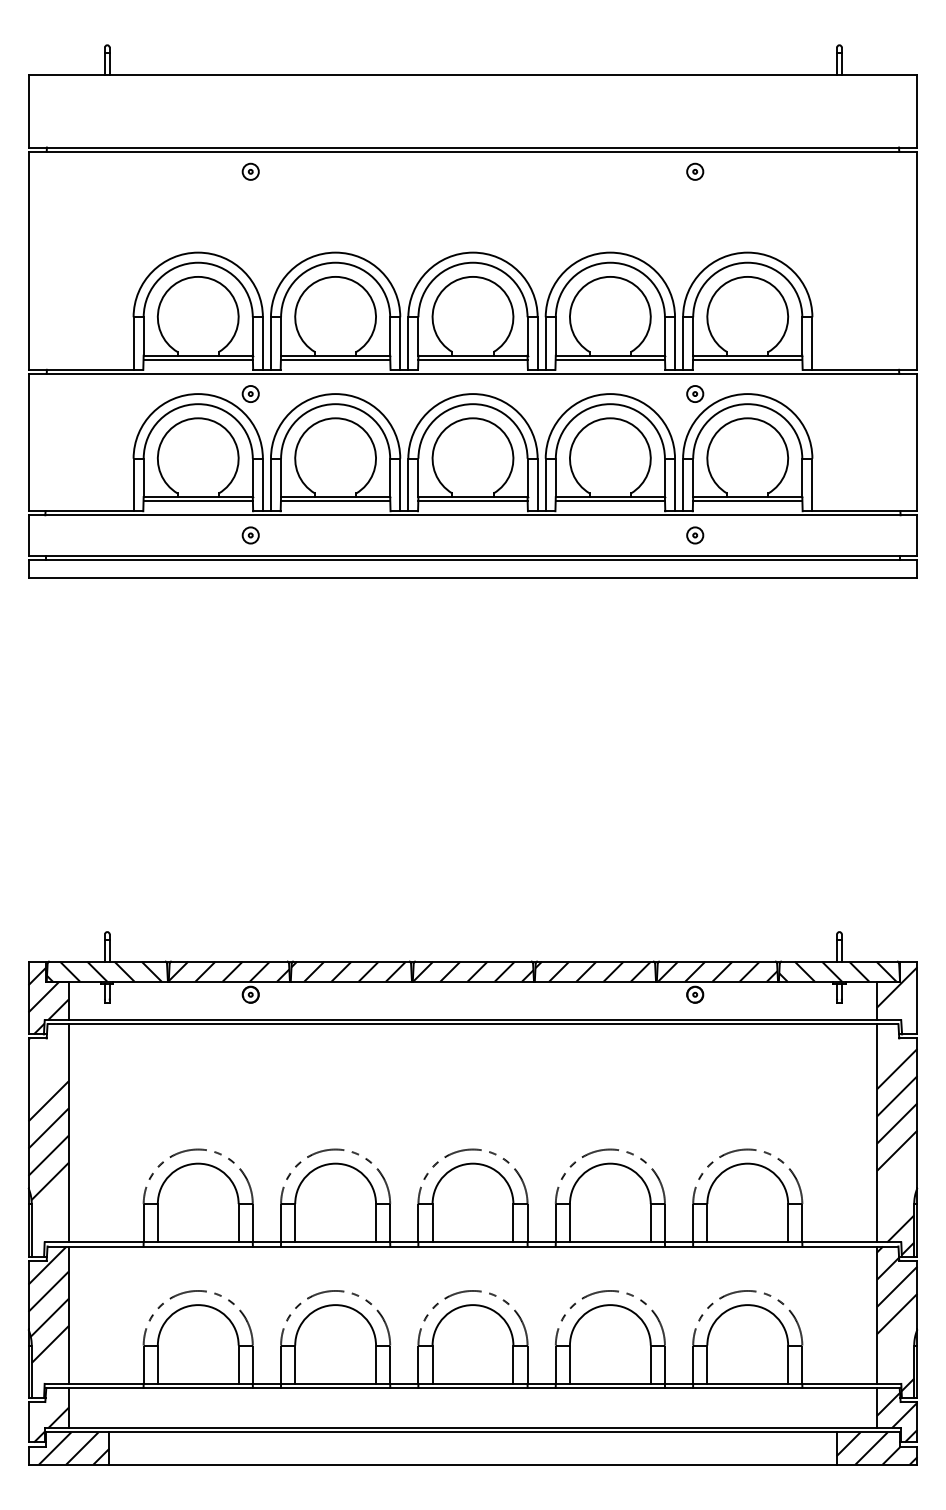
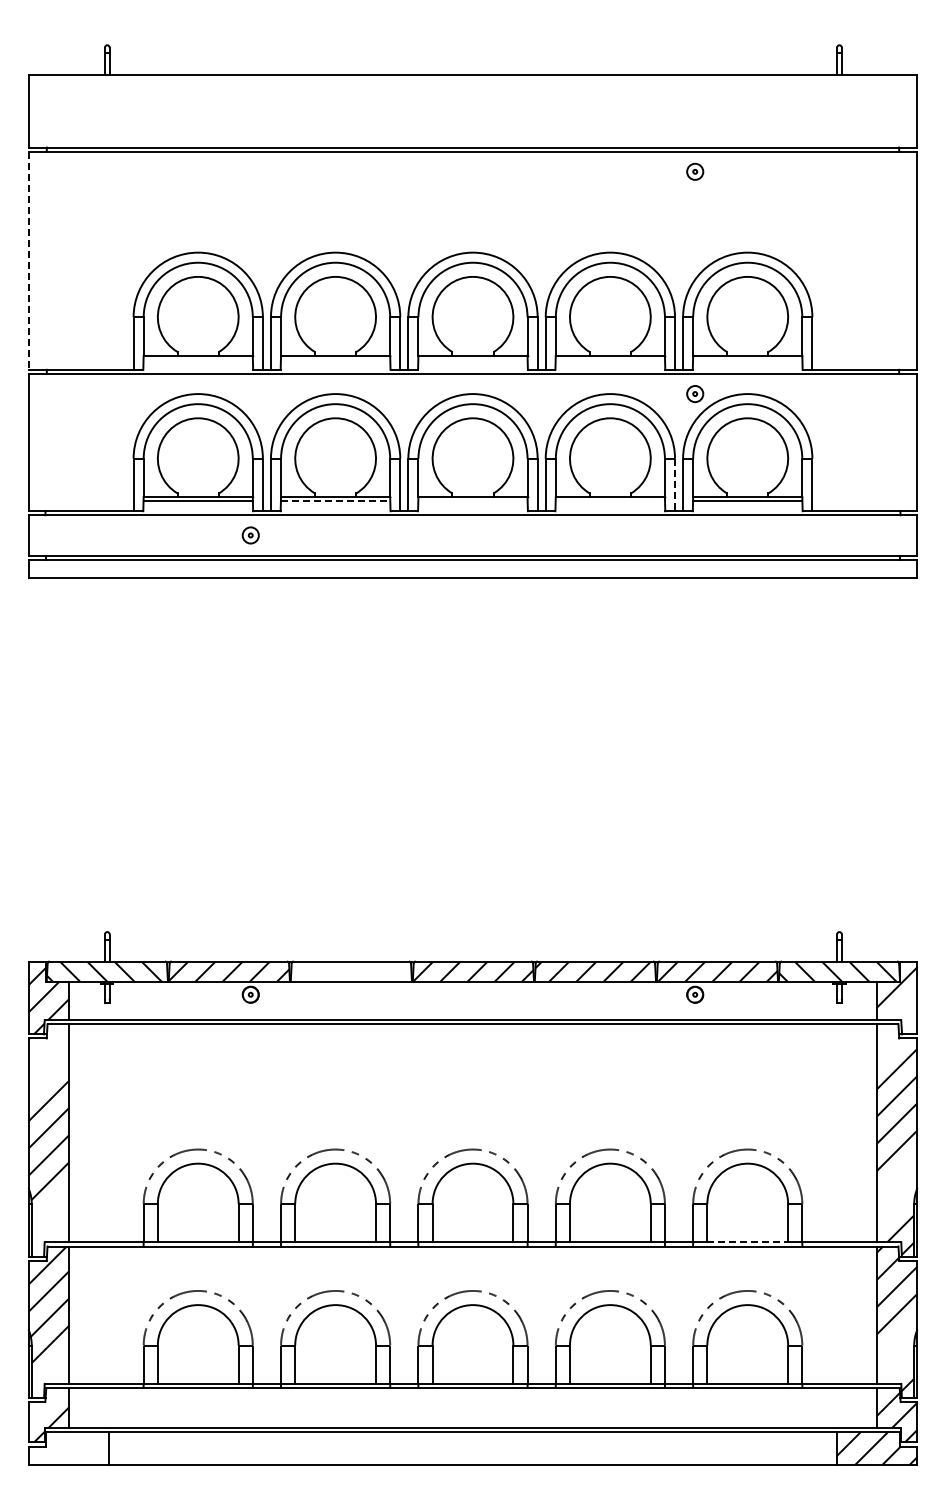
part at (250, 171): present -> none
line at (28, 261): solid -> dashed
line at (197, 359): present -> none
line at (335, 359): present -> none
line at (472, 359): present -> none
line at (610, 359): present -> none
line at (747, 359): present -> none
part at (250, 393): present -> none
line at (675, 485): solid -> dashed
line at (335, 501): solid -> dashed
line at (472, 501): present -> none
line at (610, 501): present -> none
part at (695, 535): present -> none
hatch at (348, 971): present -> none
line at (748, 1242): solid -> dashed
hatch at (68, 1448): present -> none
